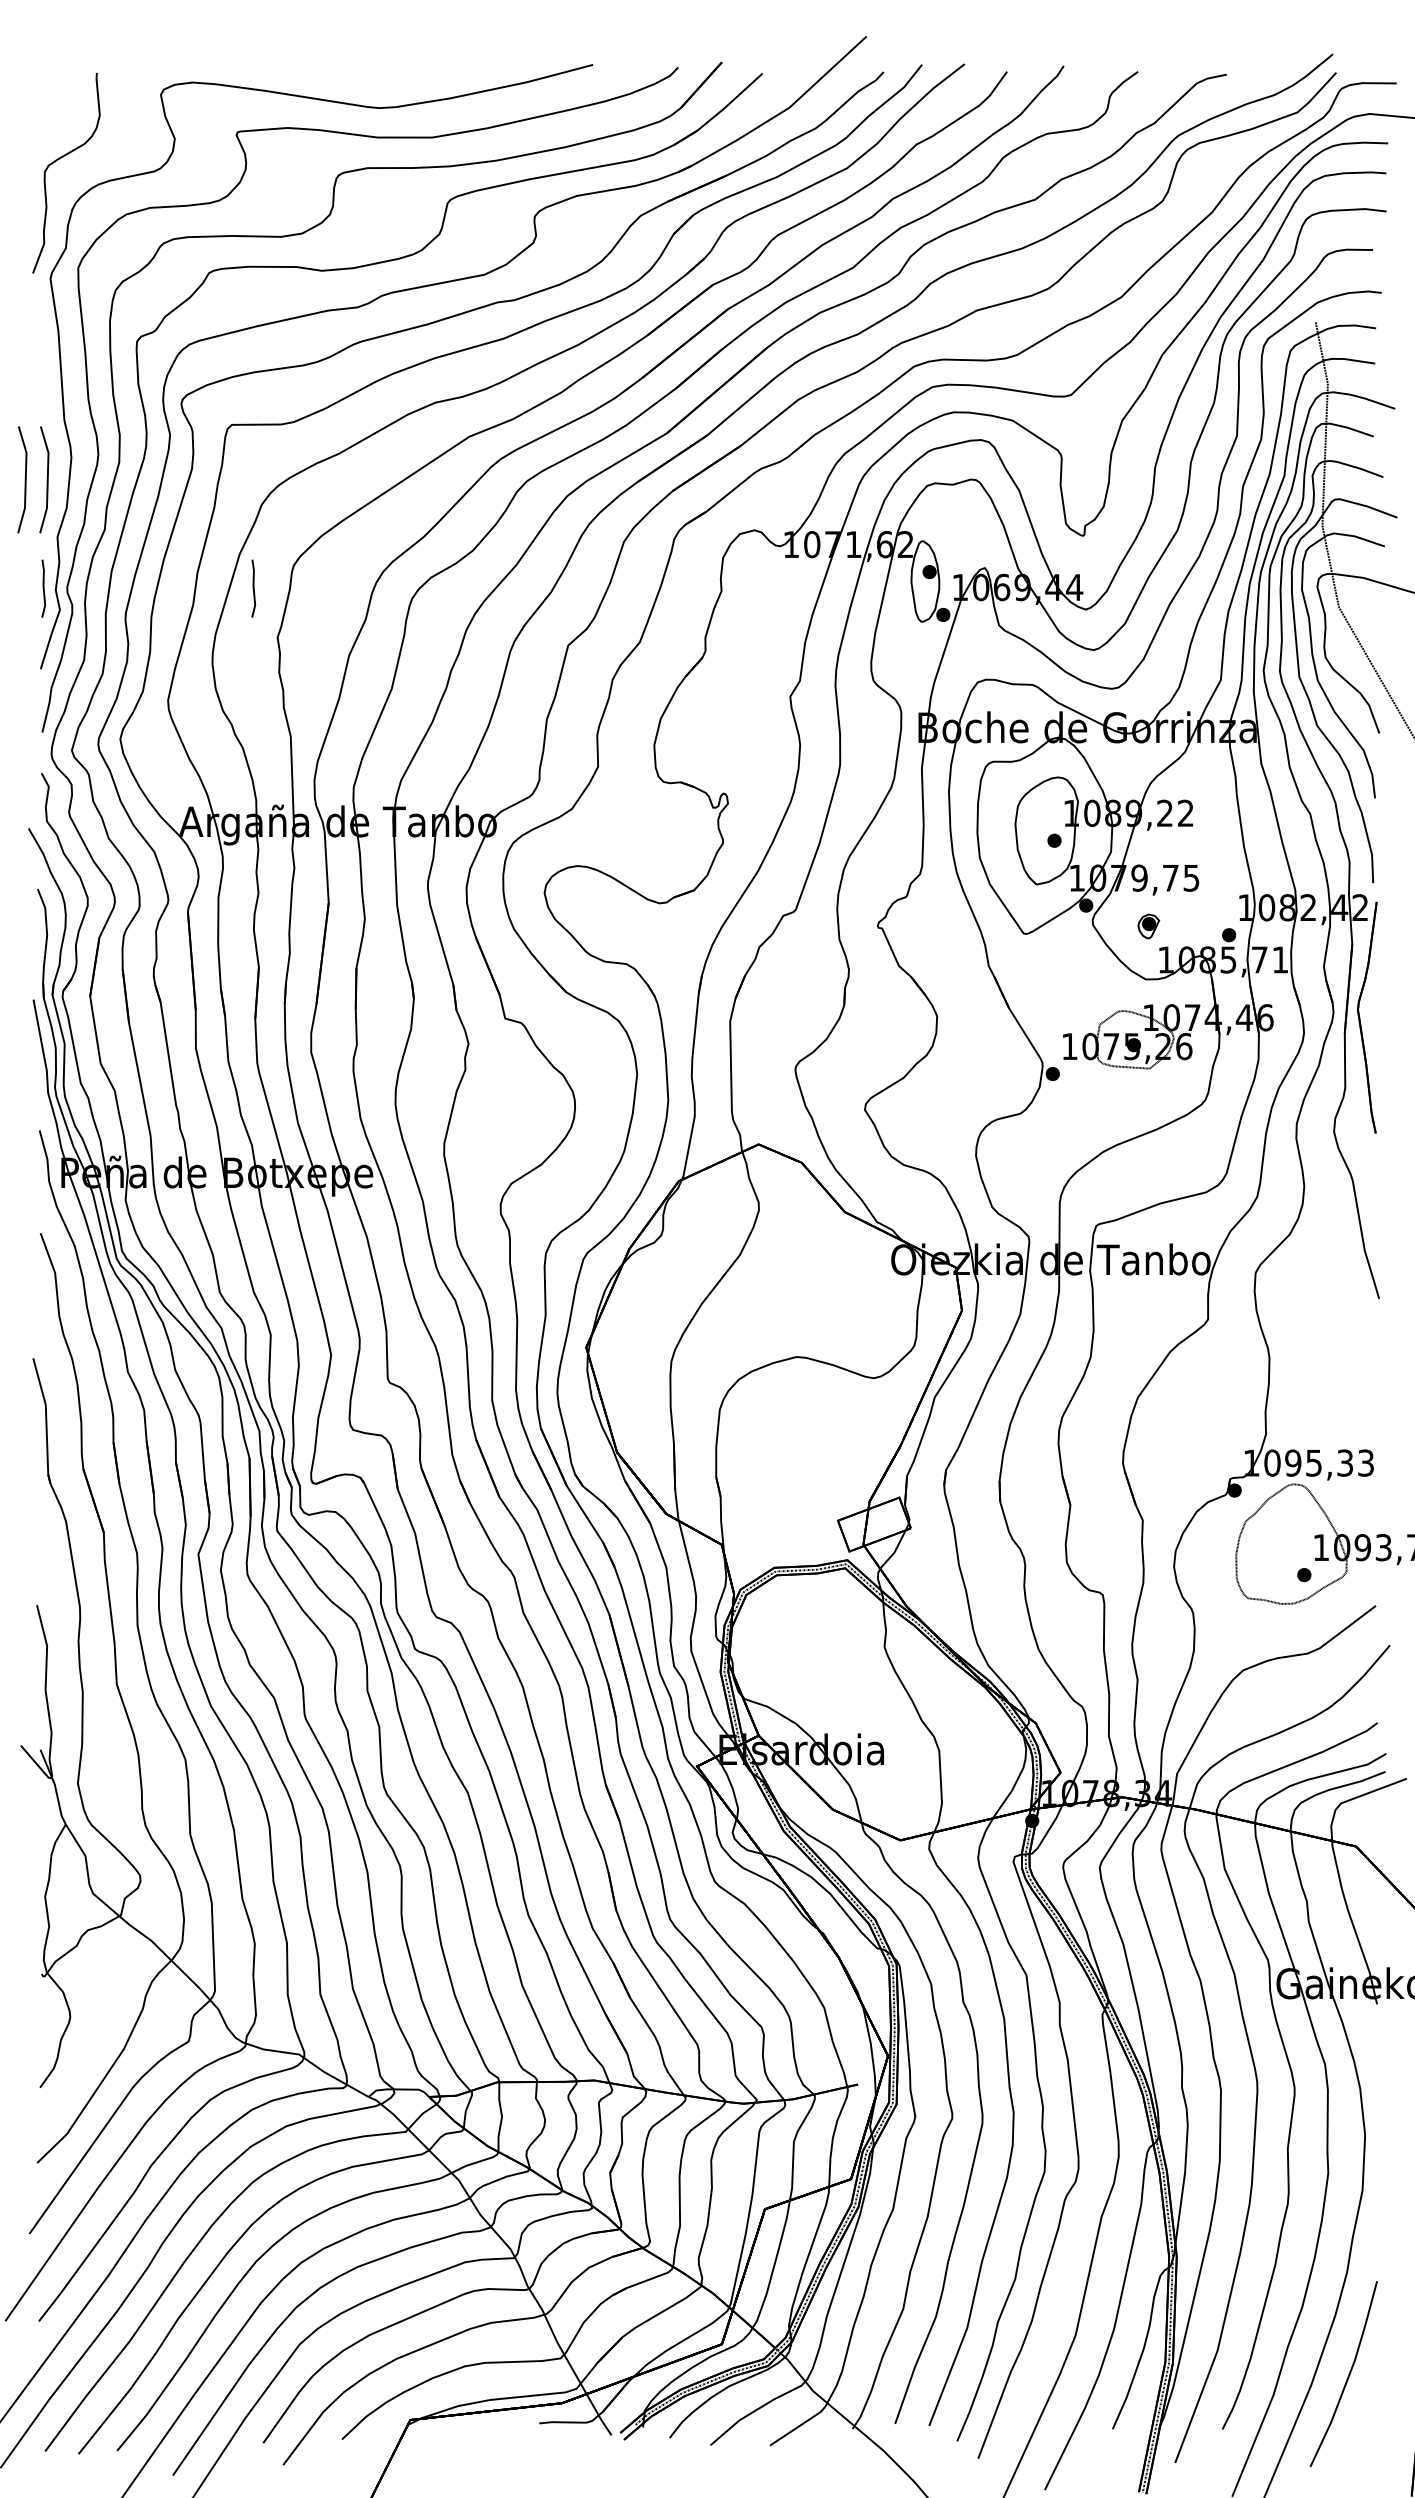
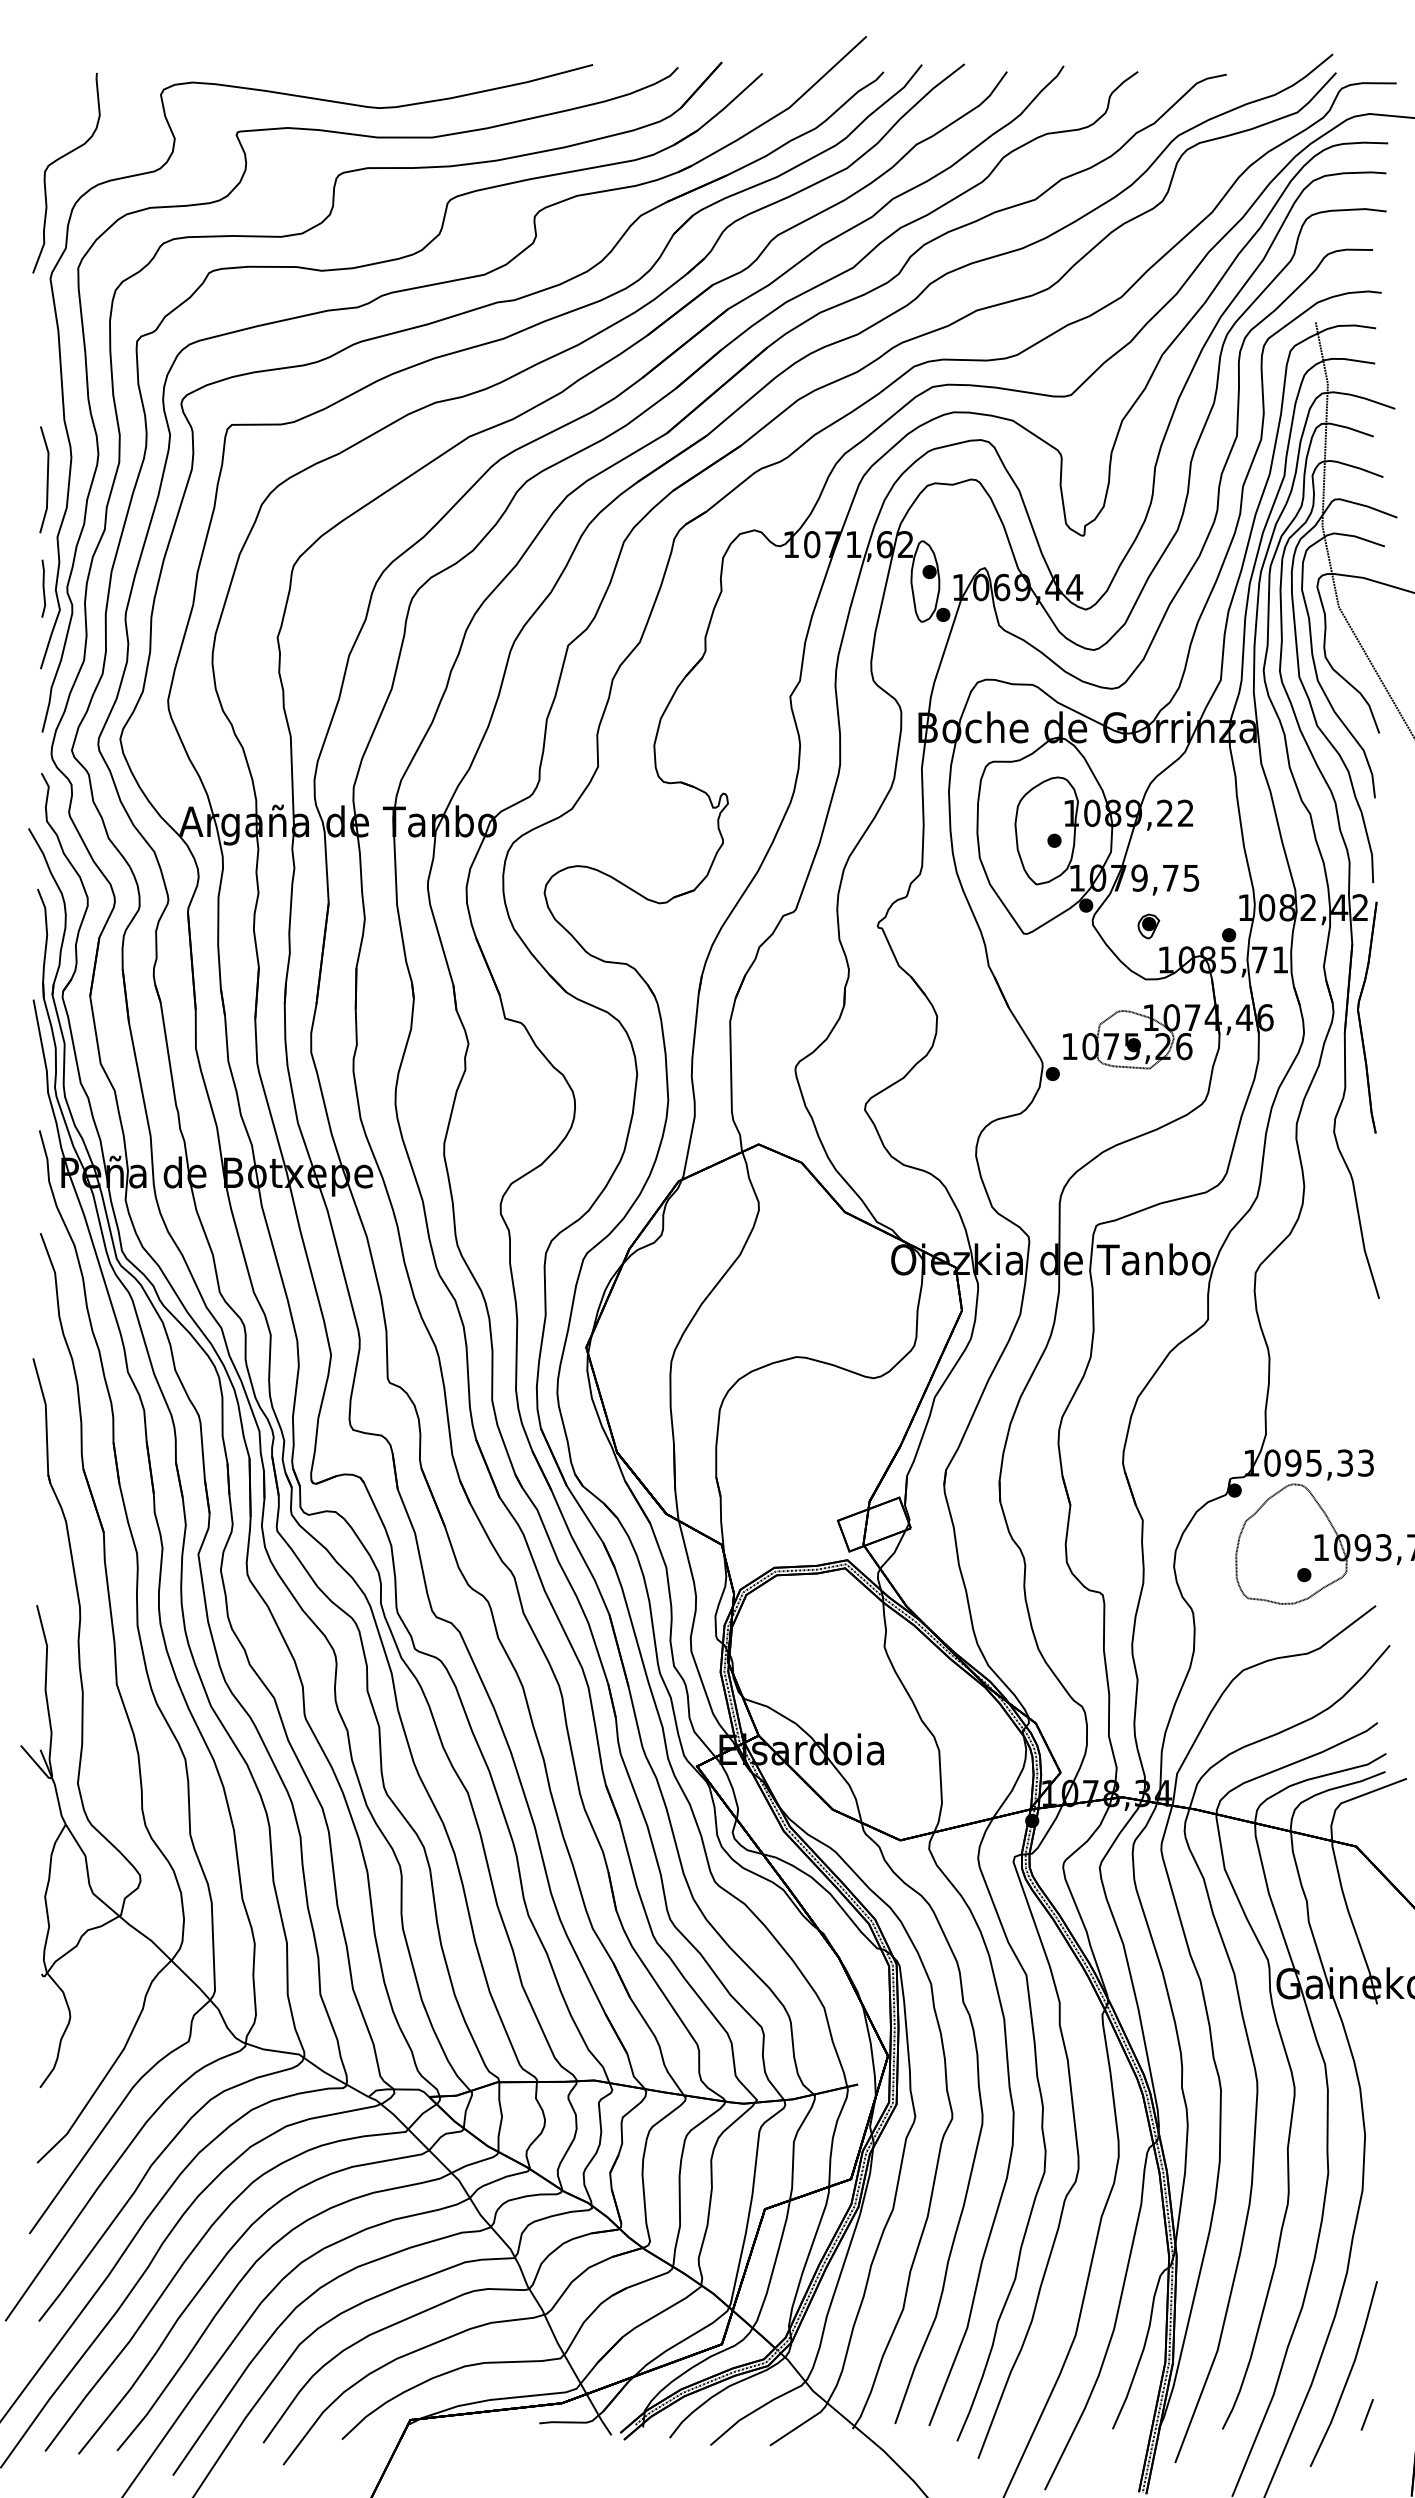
line at (24, 479): present -> none
line at (253, 588): present -> none
line at (1366, 2414): none -> present
